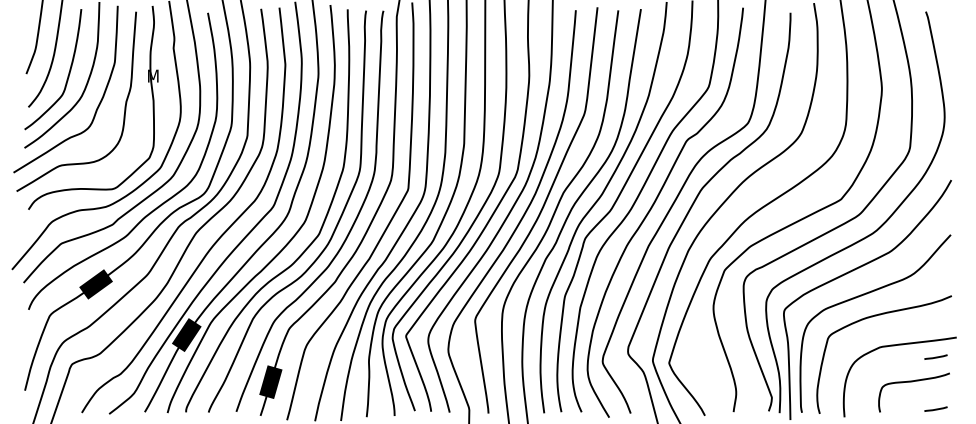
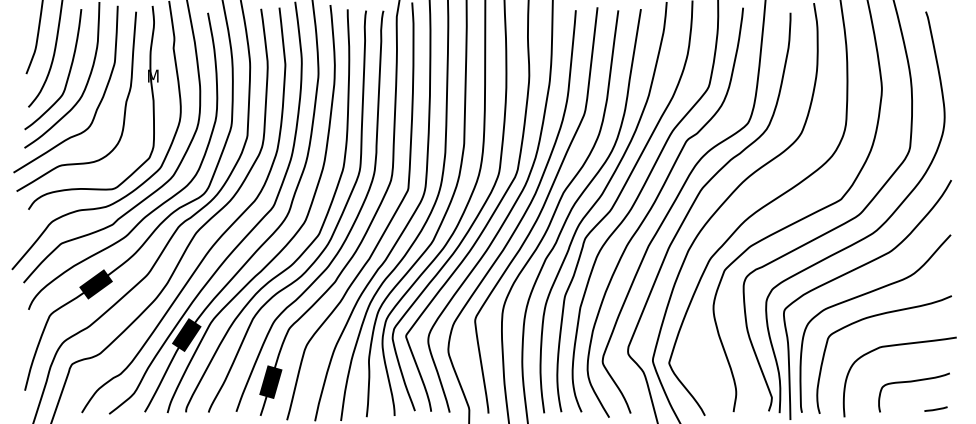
line at (935, 356): present -> none
